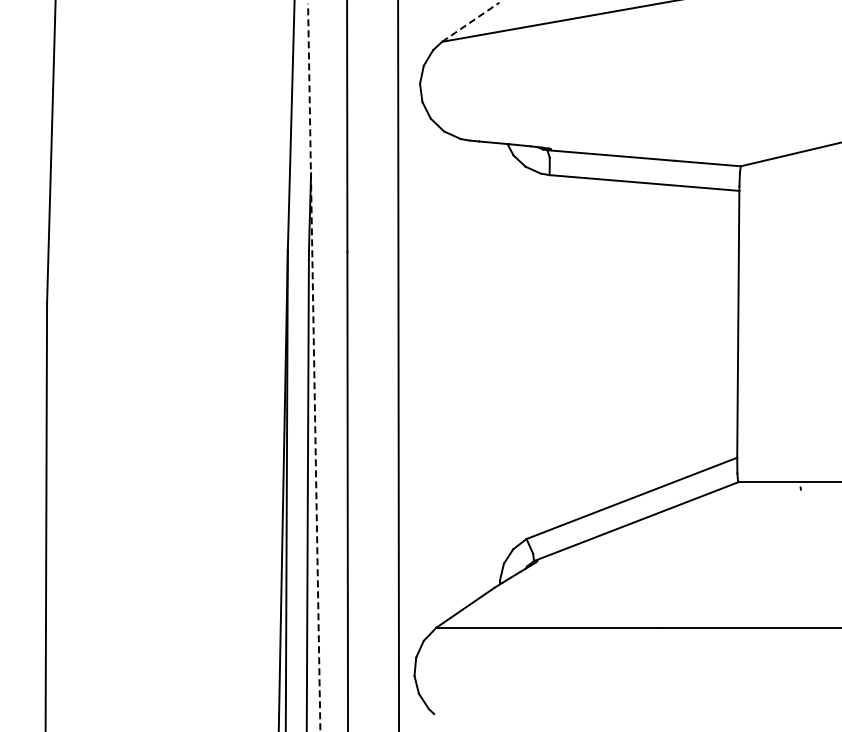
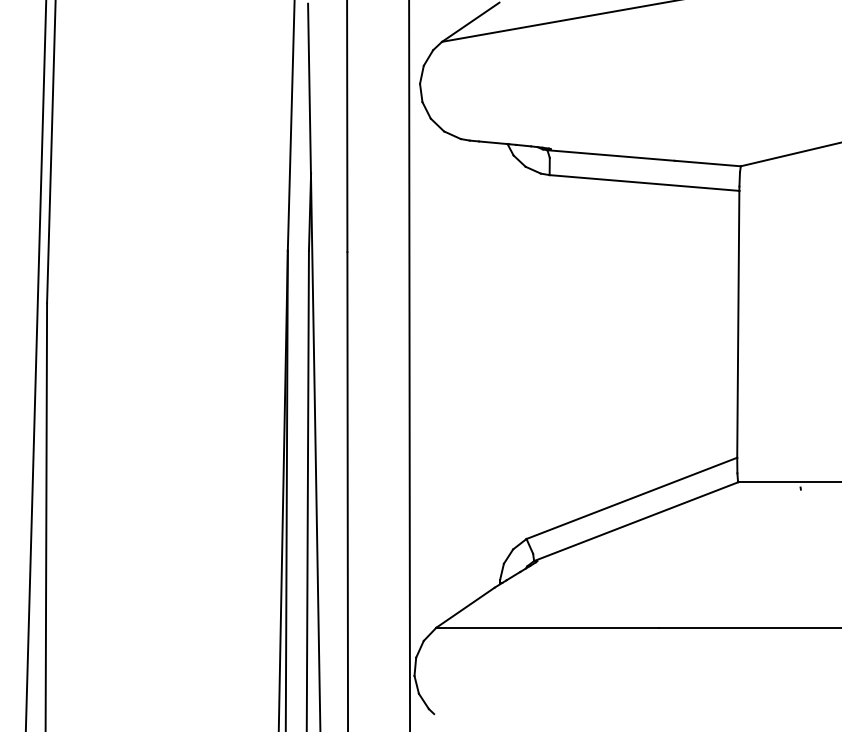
line at (470, 22): dashed -> solid
line at (35, 365): none -> present
line at (398, 365) position: (398, 365) -> (409, 365)
line at (314, 367): dashed -> solid
